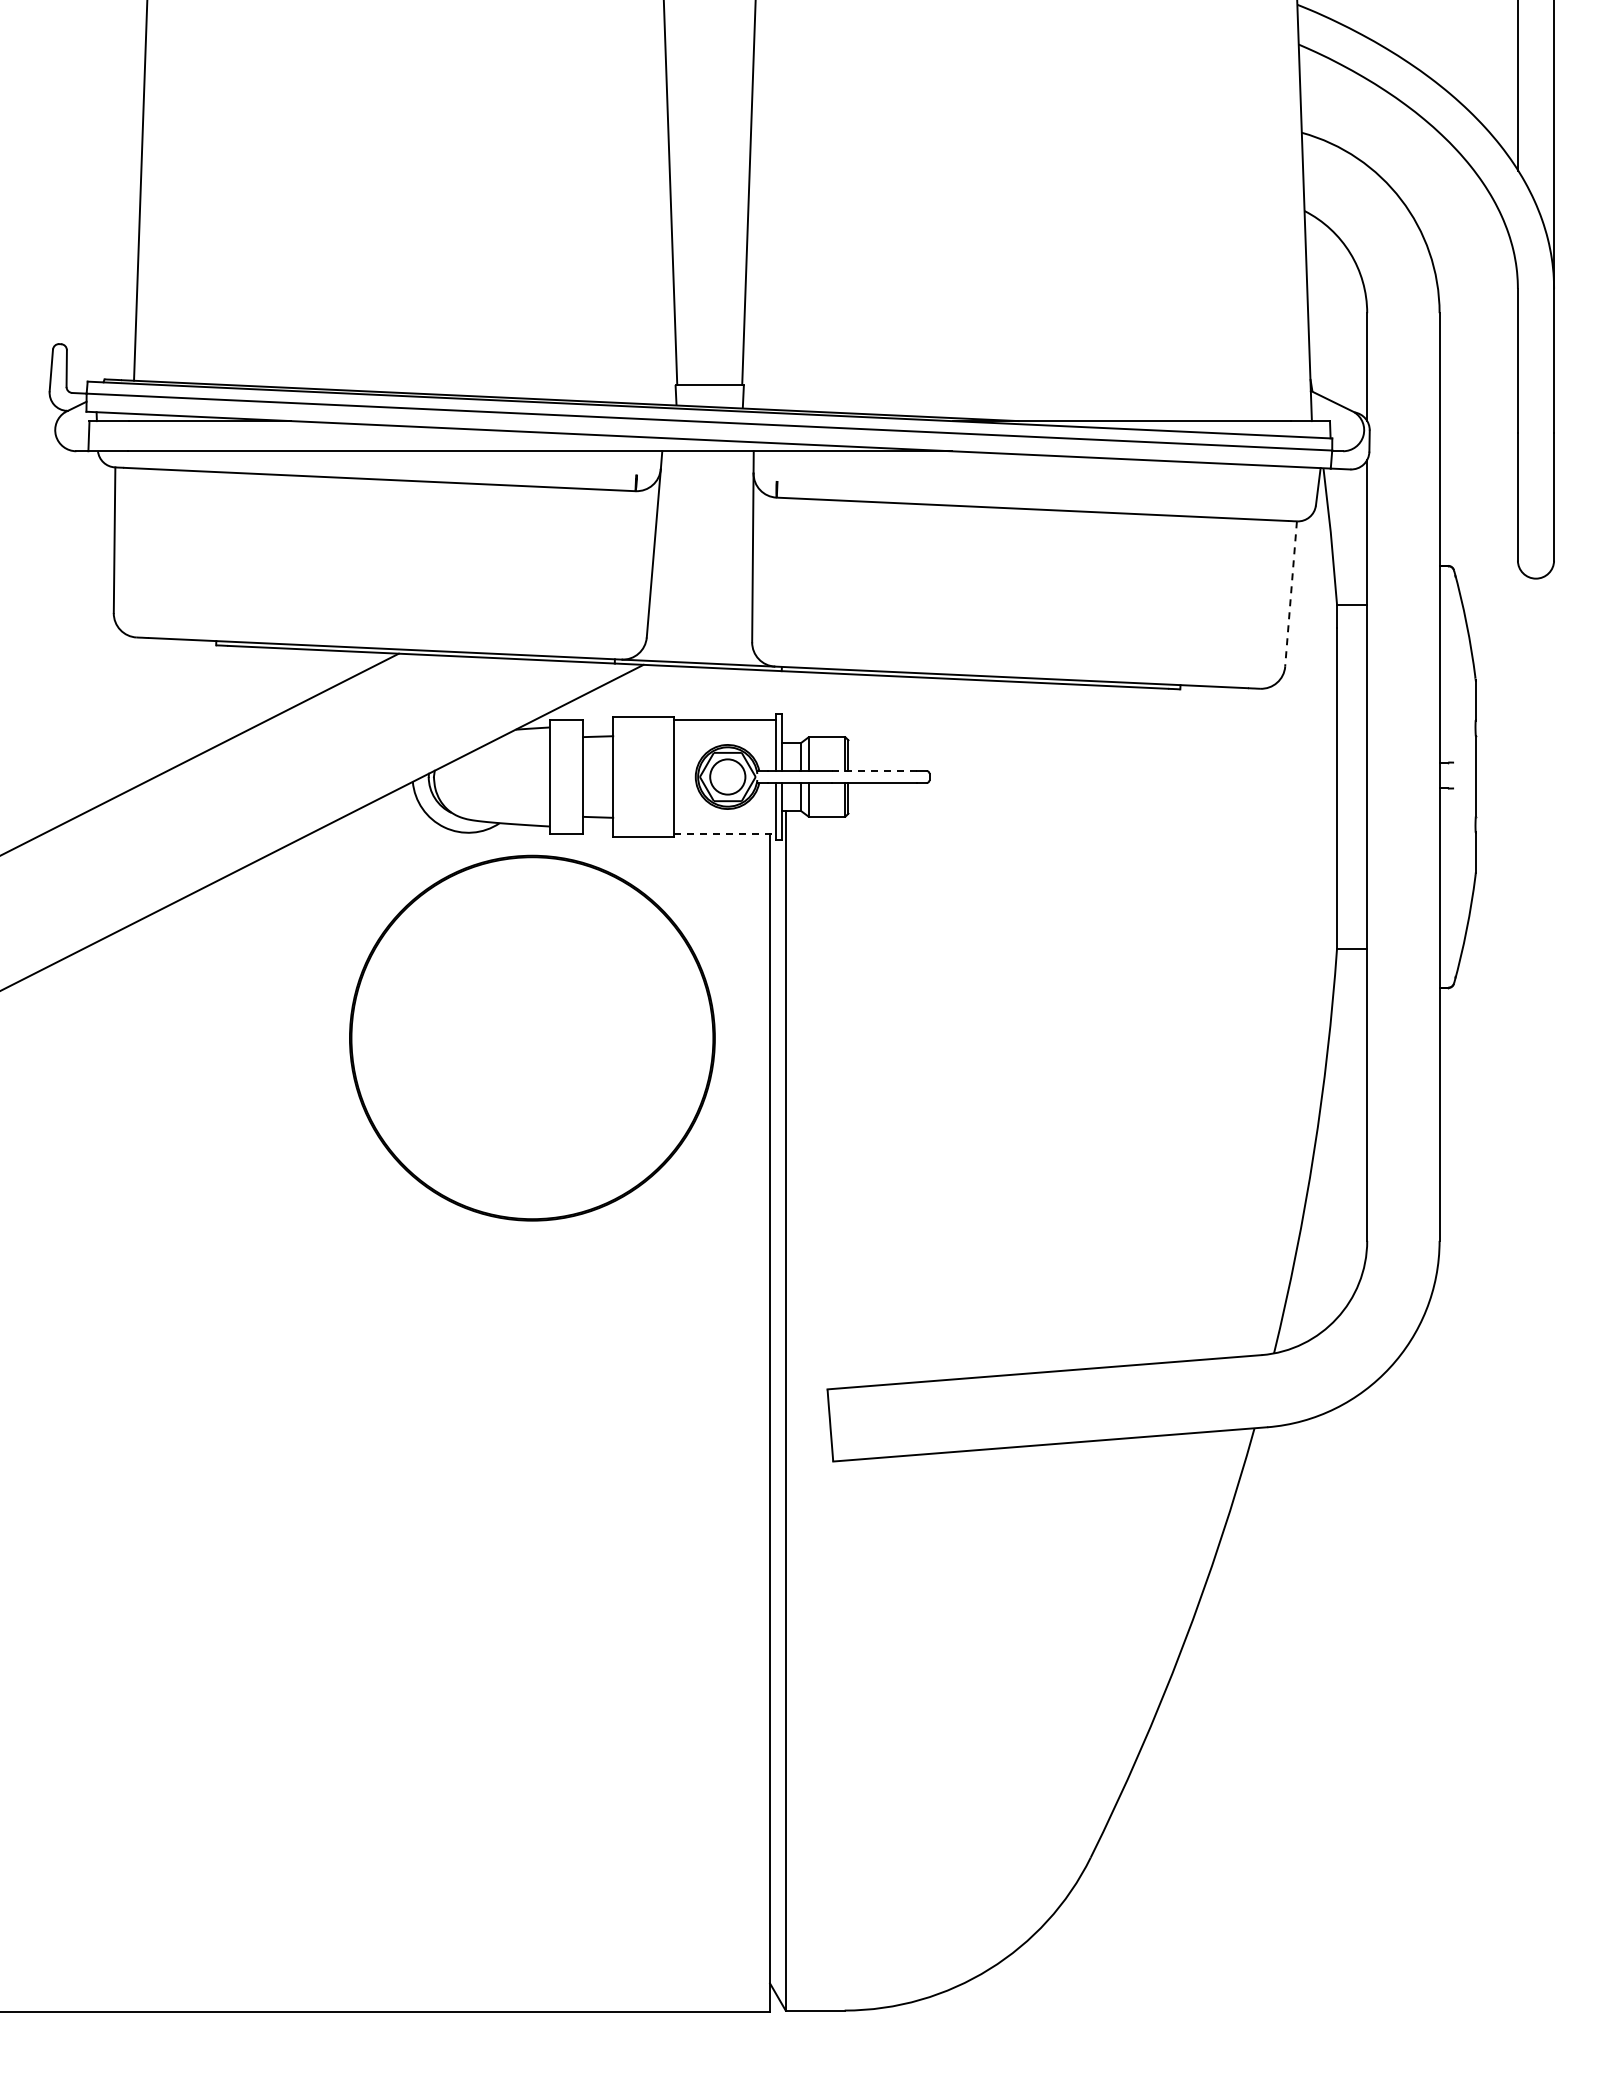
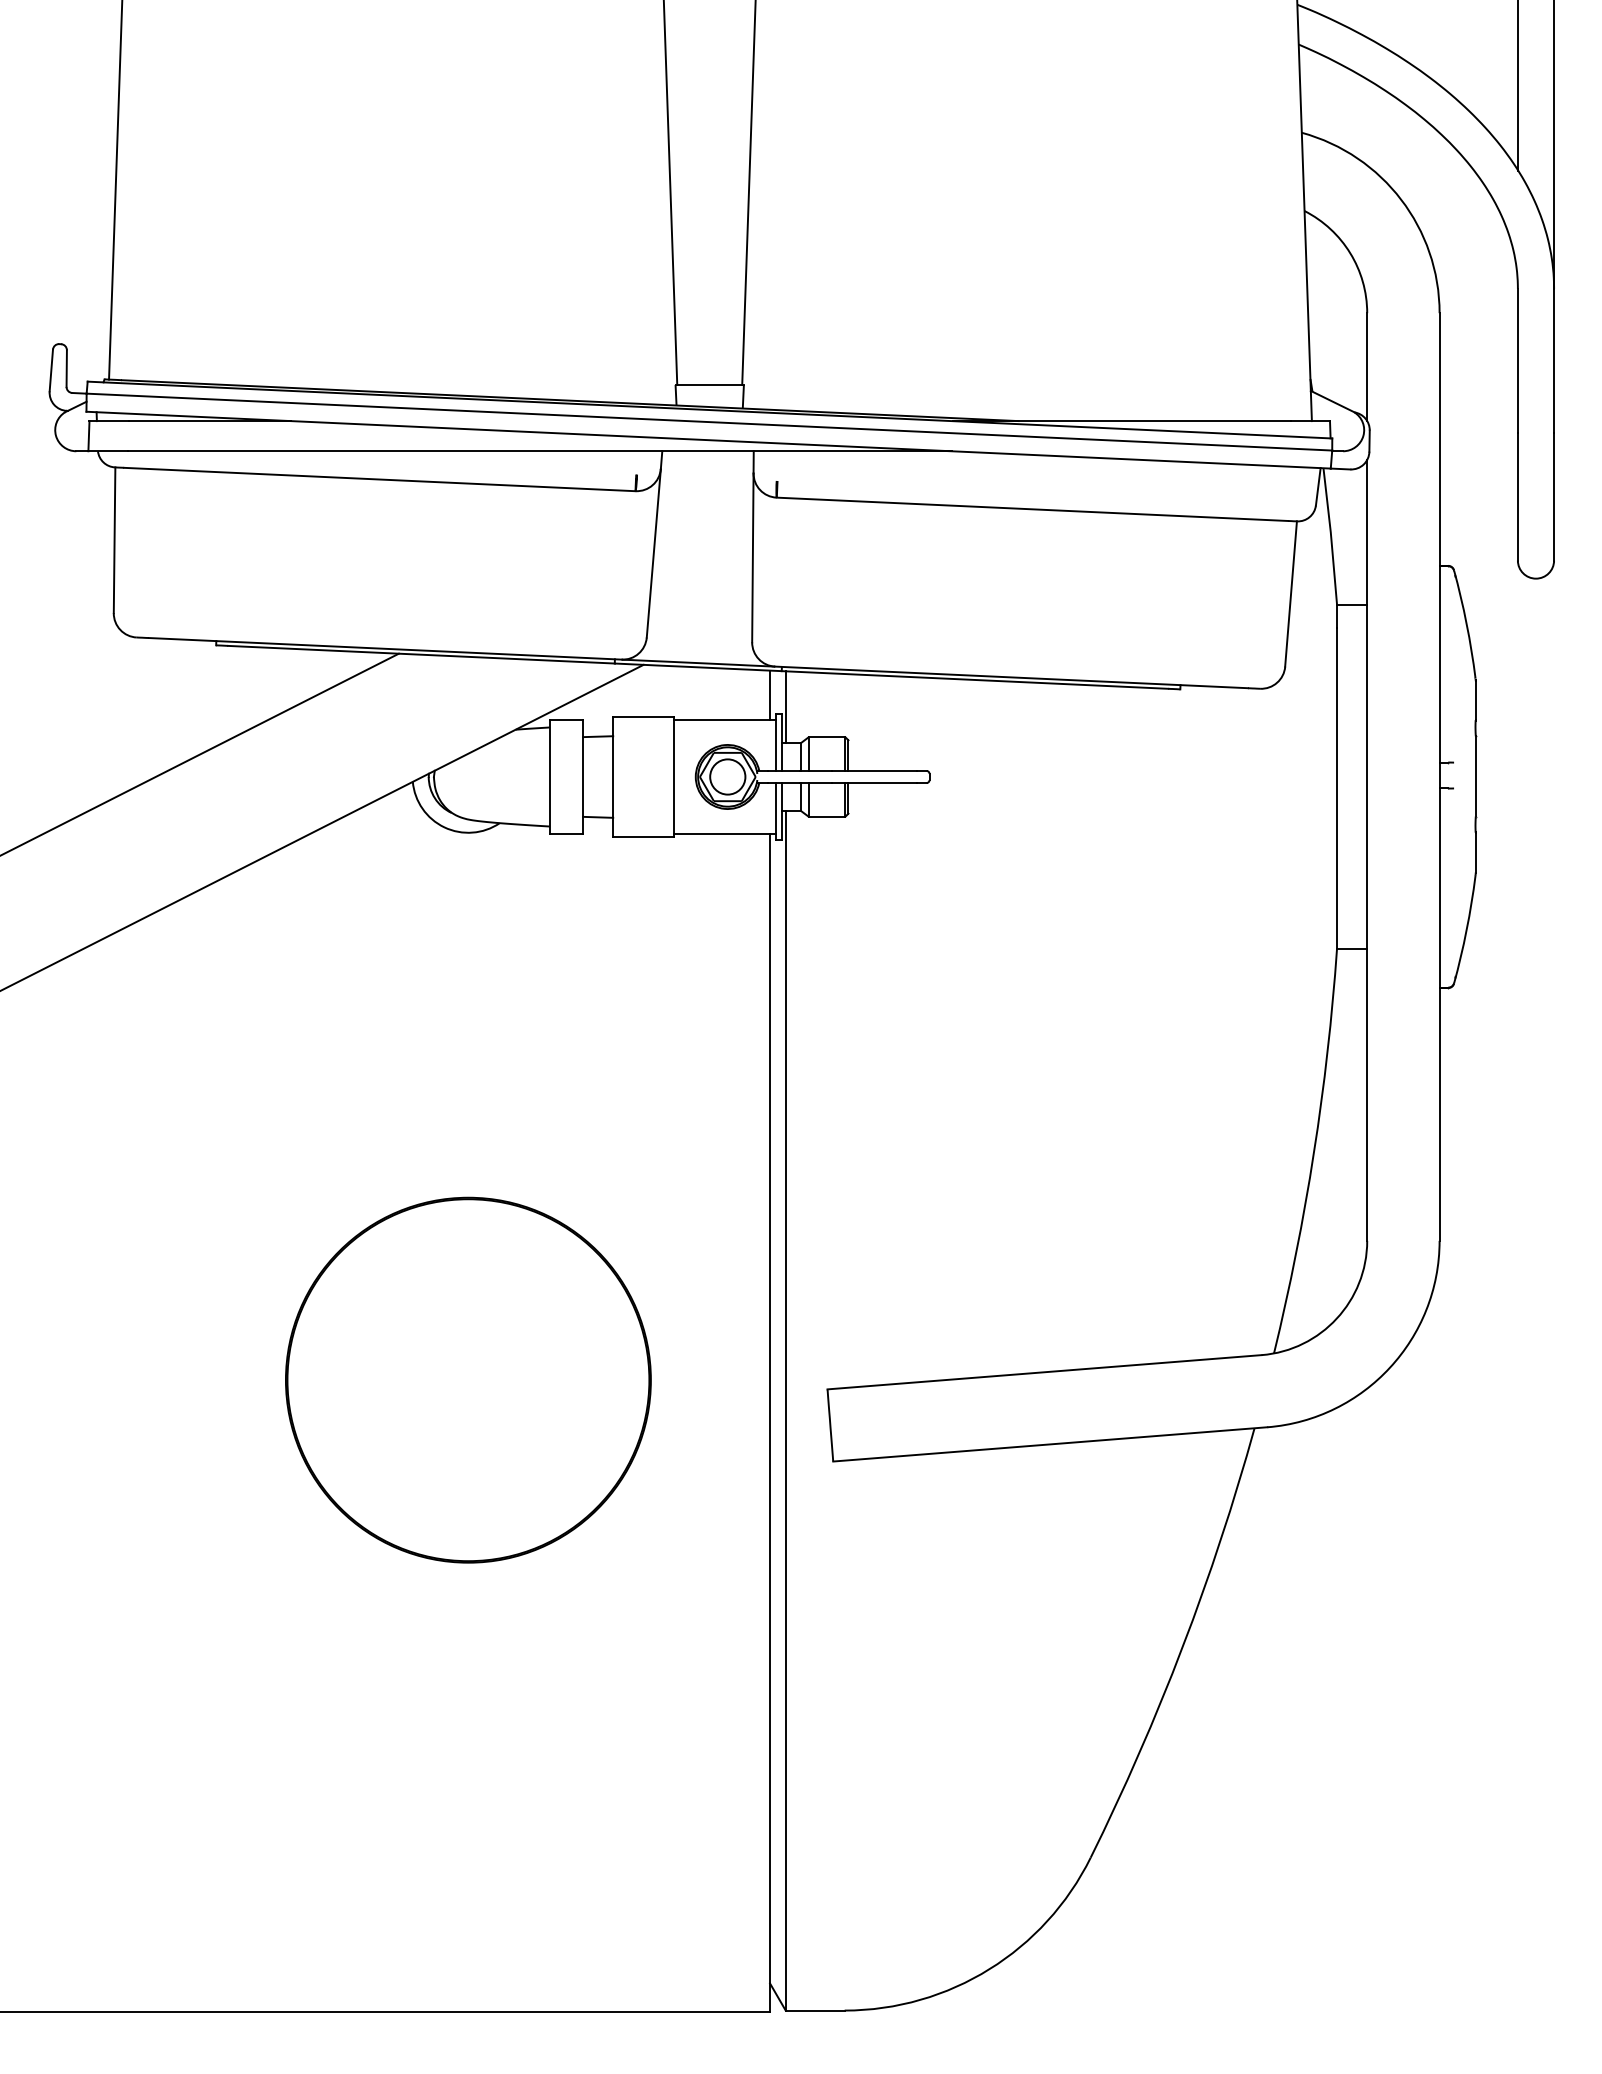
line at (140, 191) position: (140, 191) -> (115, 190)
line at (1291, 593): dashed -> solid
line at (770, 694): none -> present
line at (785, 706): none -> present
line at (874, 770): dashed -> solid
line at (725, 834): dashed -> solid
part at (532, 1037) position: (532, 1037) -> (468, 1379)
